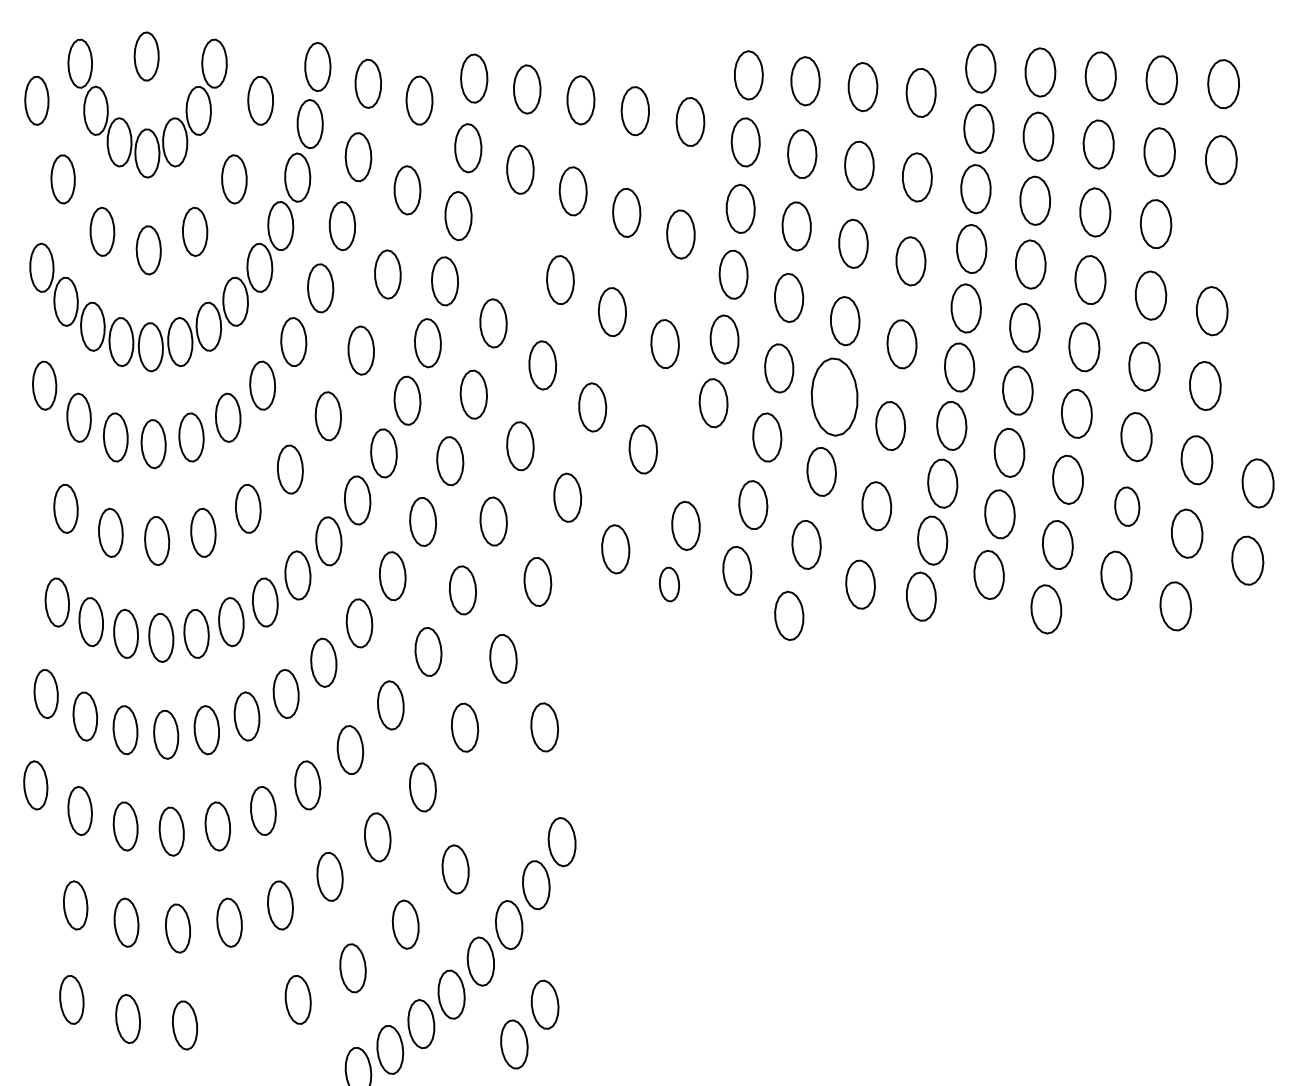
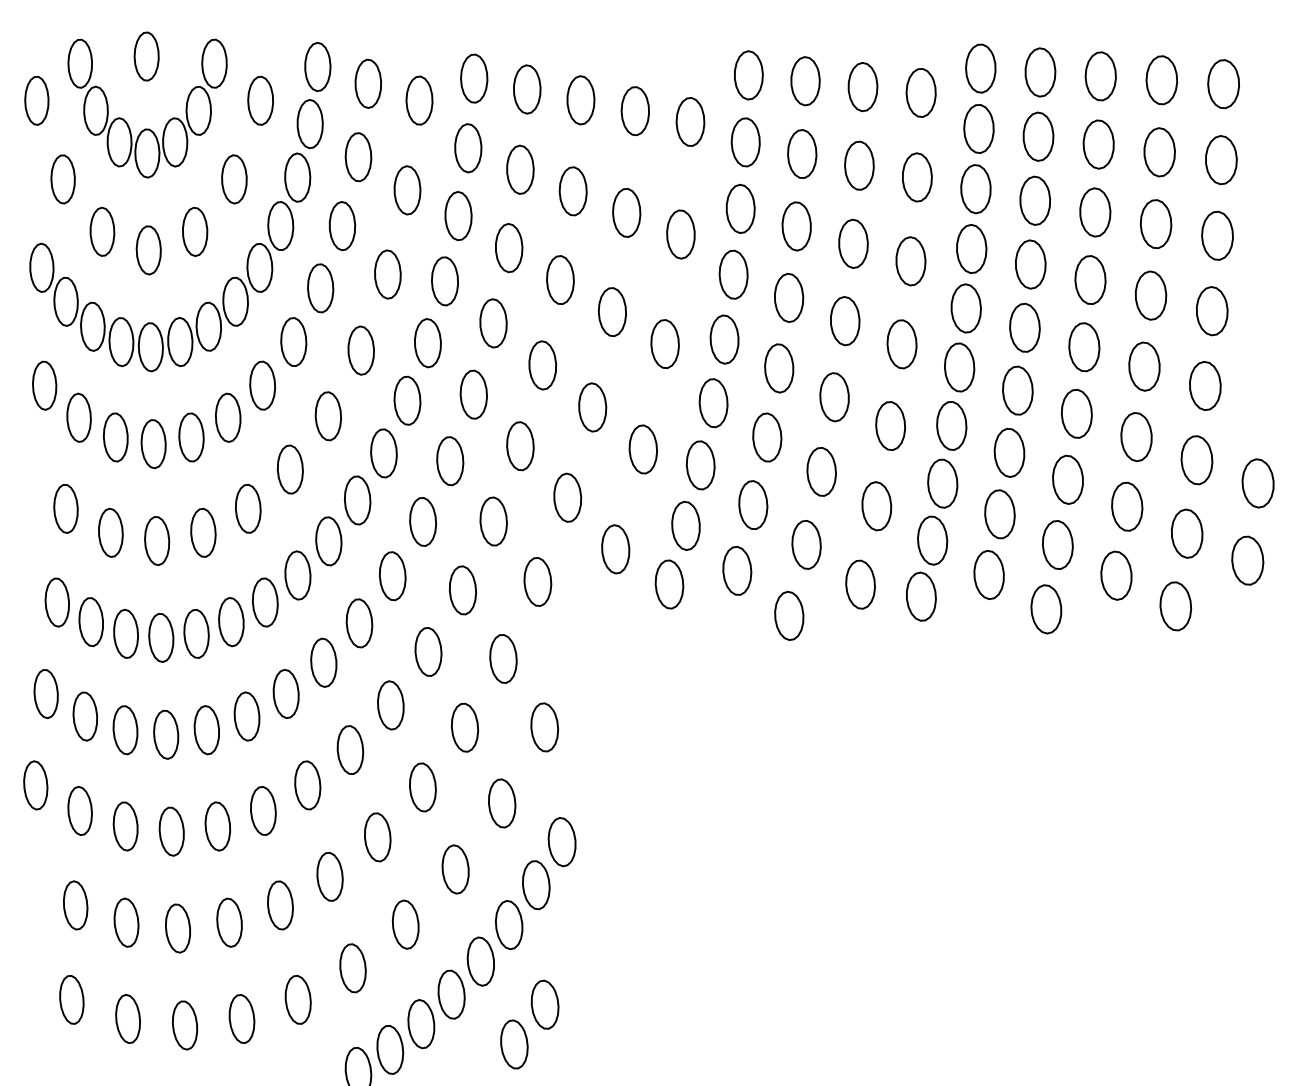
part at (1217, 235): none -> present
part at (509, 248): none -> present
part at (834, 396) size: 49x80 px -> 31x51 px
part at (700, 465): none -> present
part at (1127, 506) size: 27x41 px -> 33x51 px
part at (669, 584) size: 22x37 px -> 31x51 px
part at (502, 803): none -> present
part at (241, 1018): none -> present
